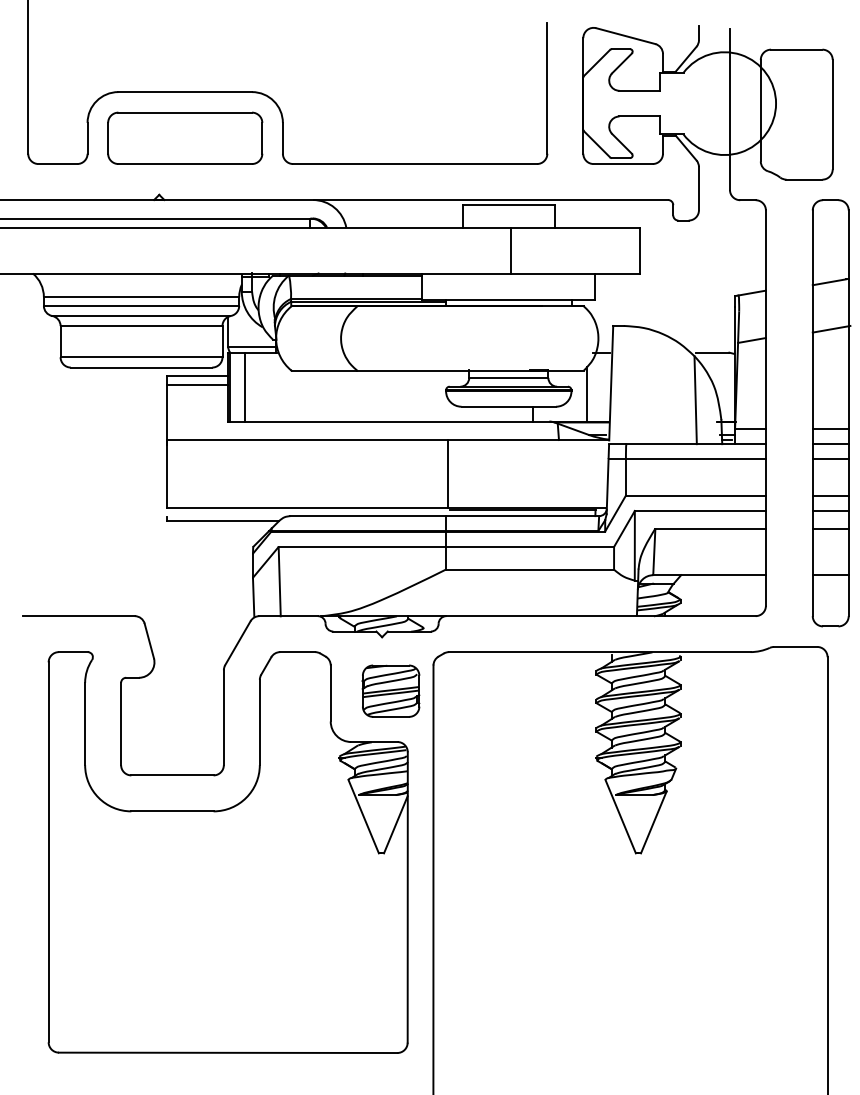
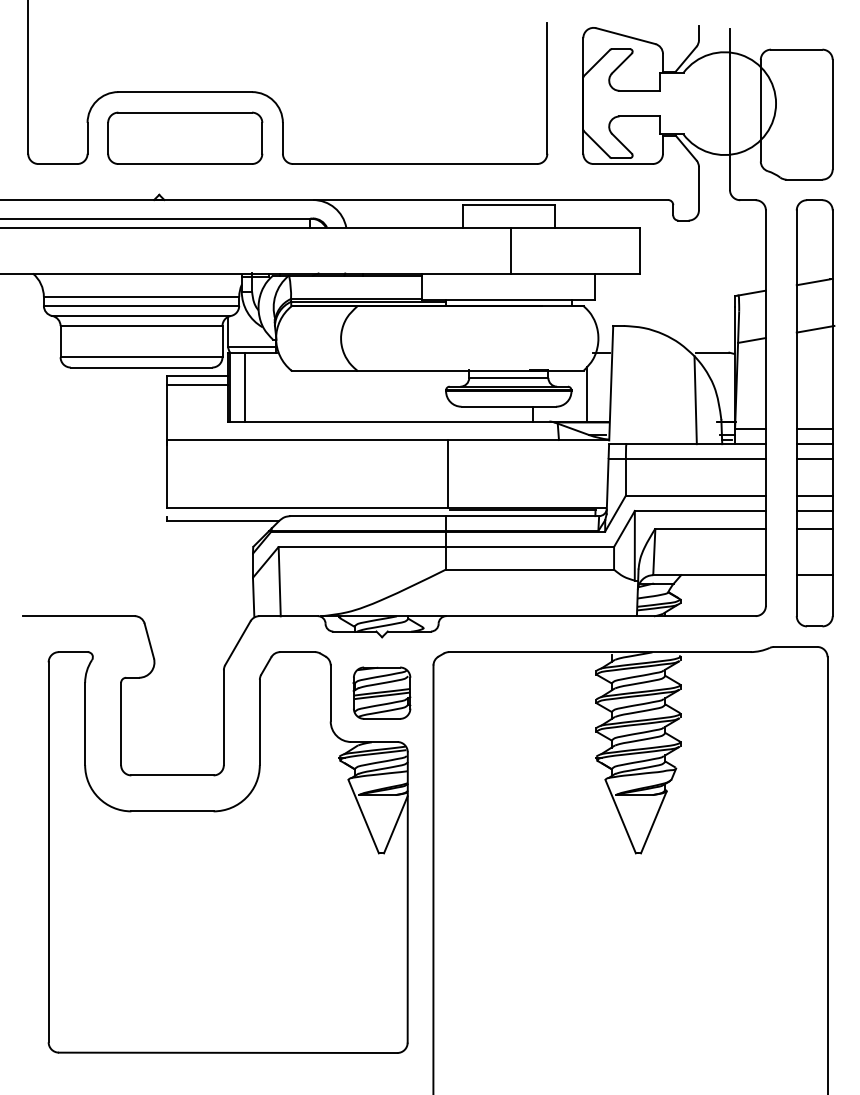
part at (831, 413) position: (831, 413) -> (815, 413)
part at (390, 690) position: (390, 690) -> (381, 692)
